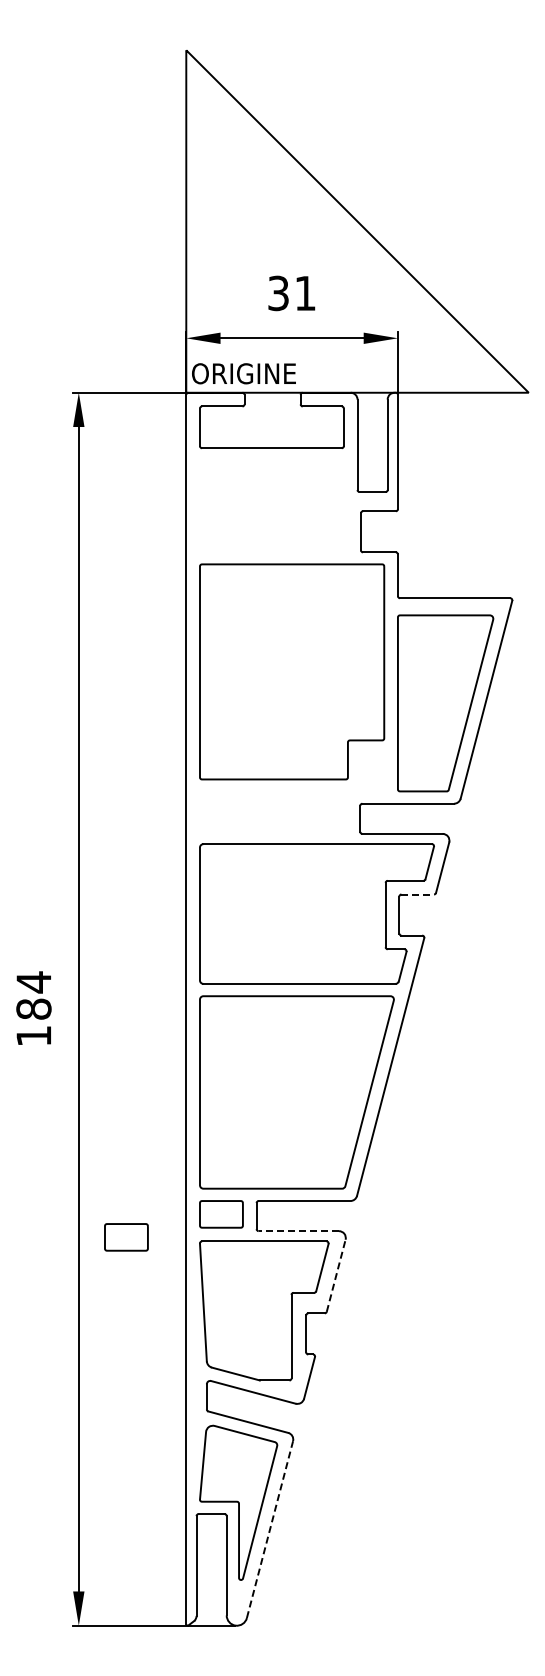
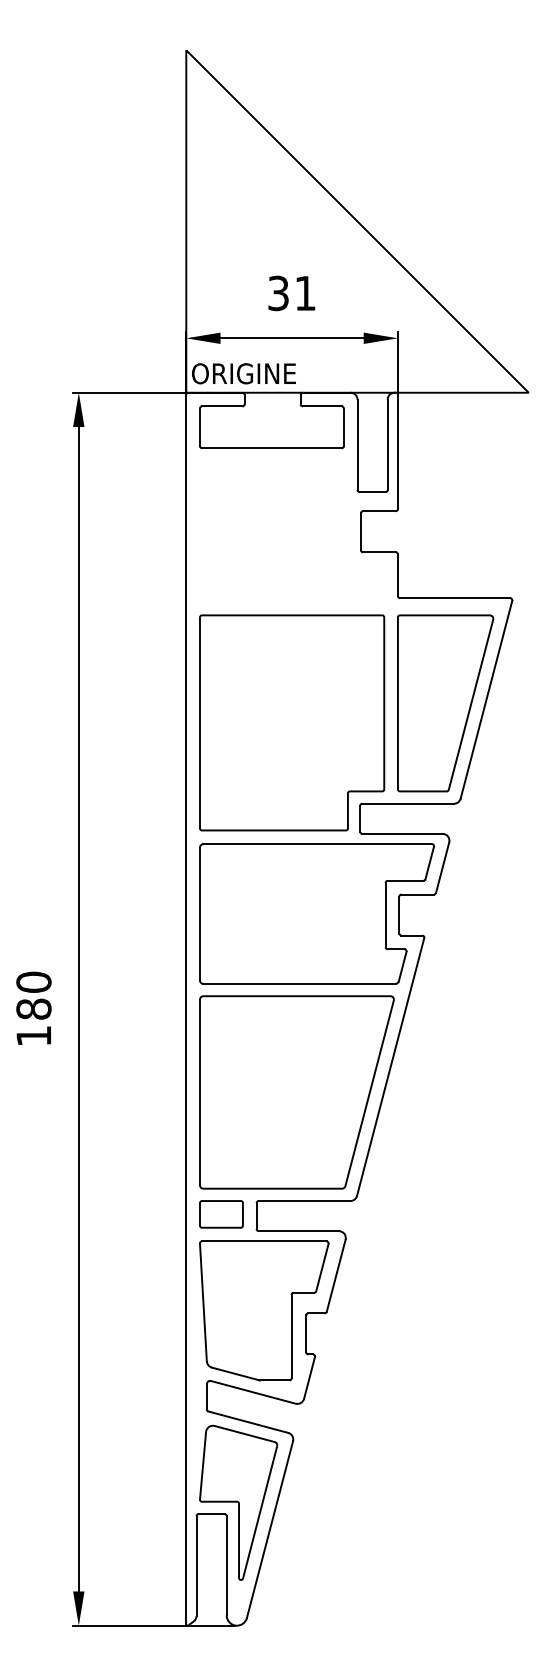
part at (292, 671) position: (292, 671) -> (292, 722)
line at (418, 894): dashed -> solid
text at (33, 982): 184 -> 180
line at (298, 1231): dashed -> solid
part at (126, 1237): present -> none
line at (336, 1275): dashed -> solid
line at (270, 1529): dashed -> solid
